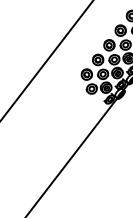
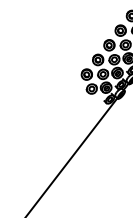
line at (46, 60): present -> none
